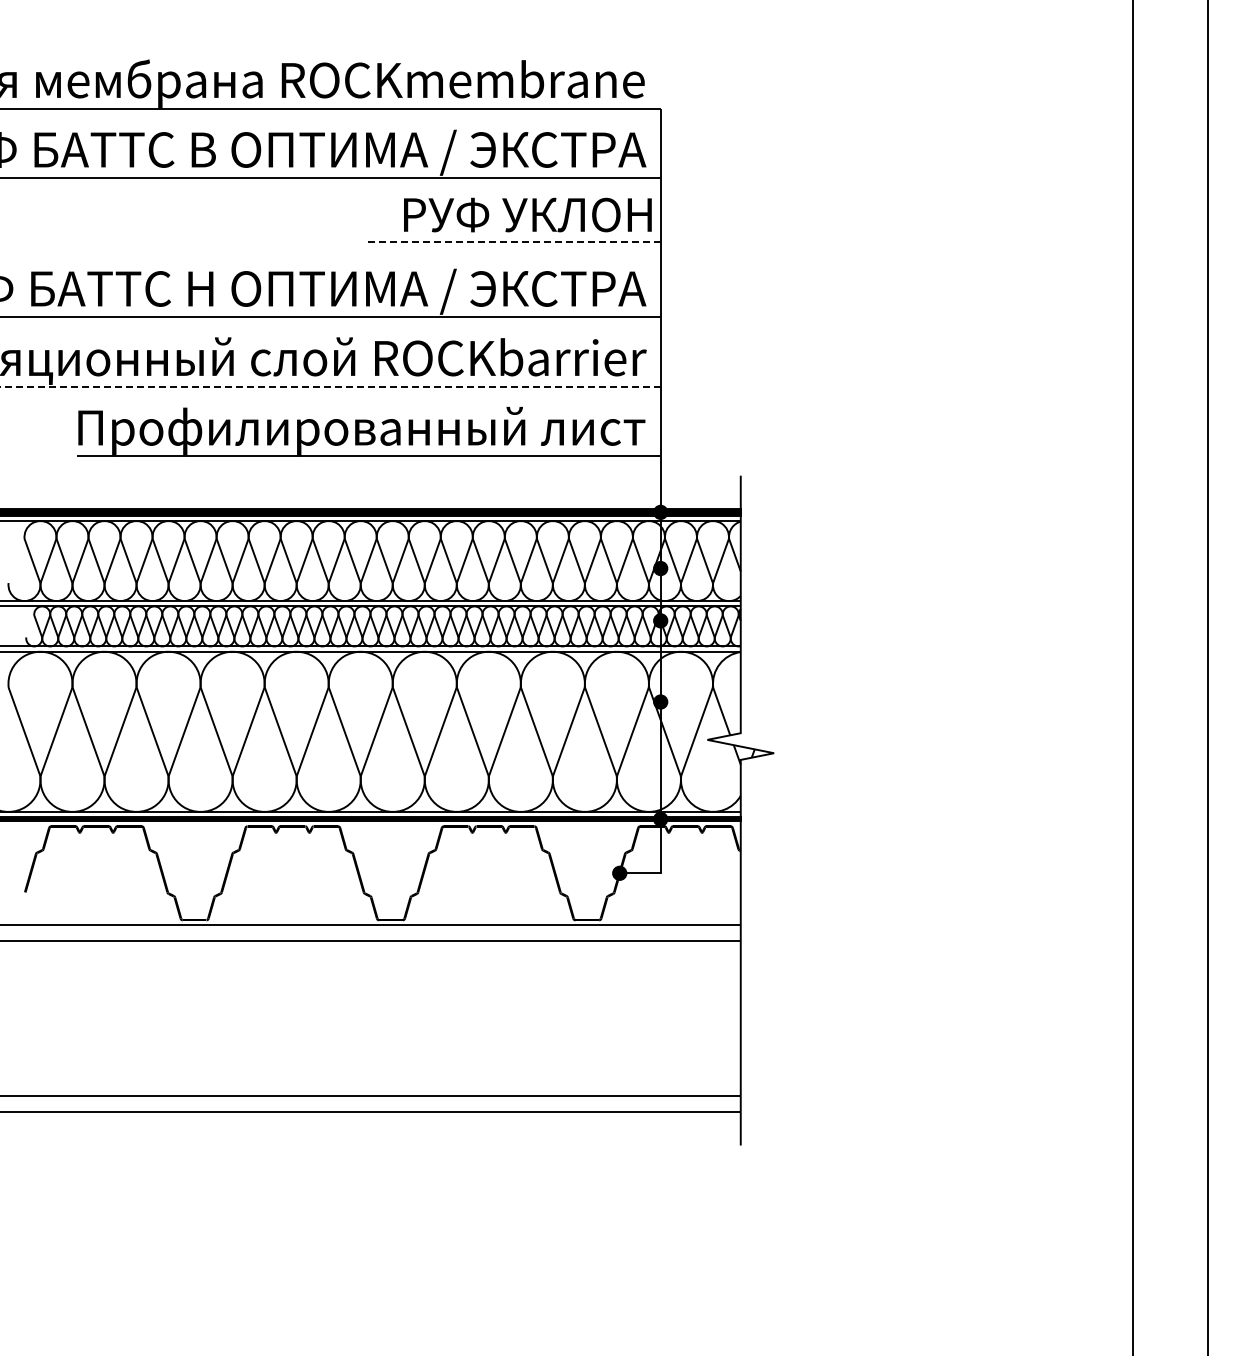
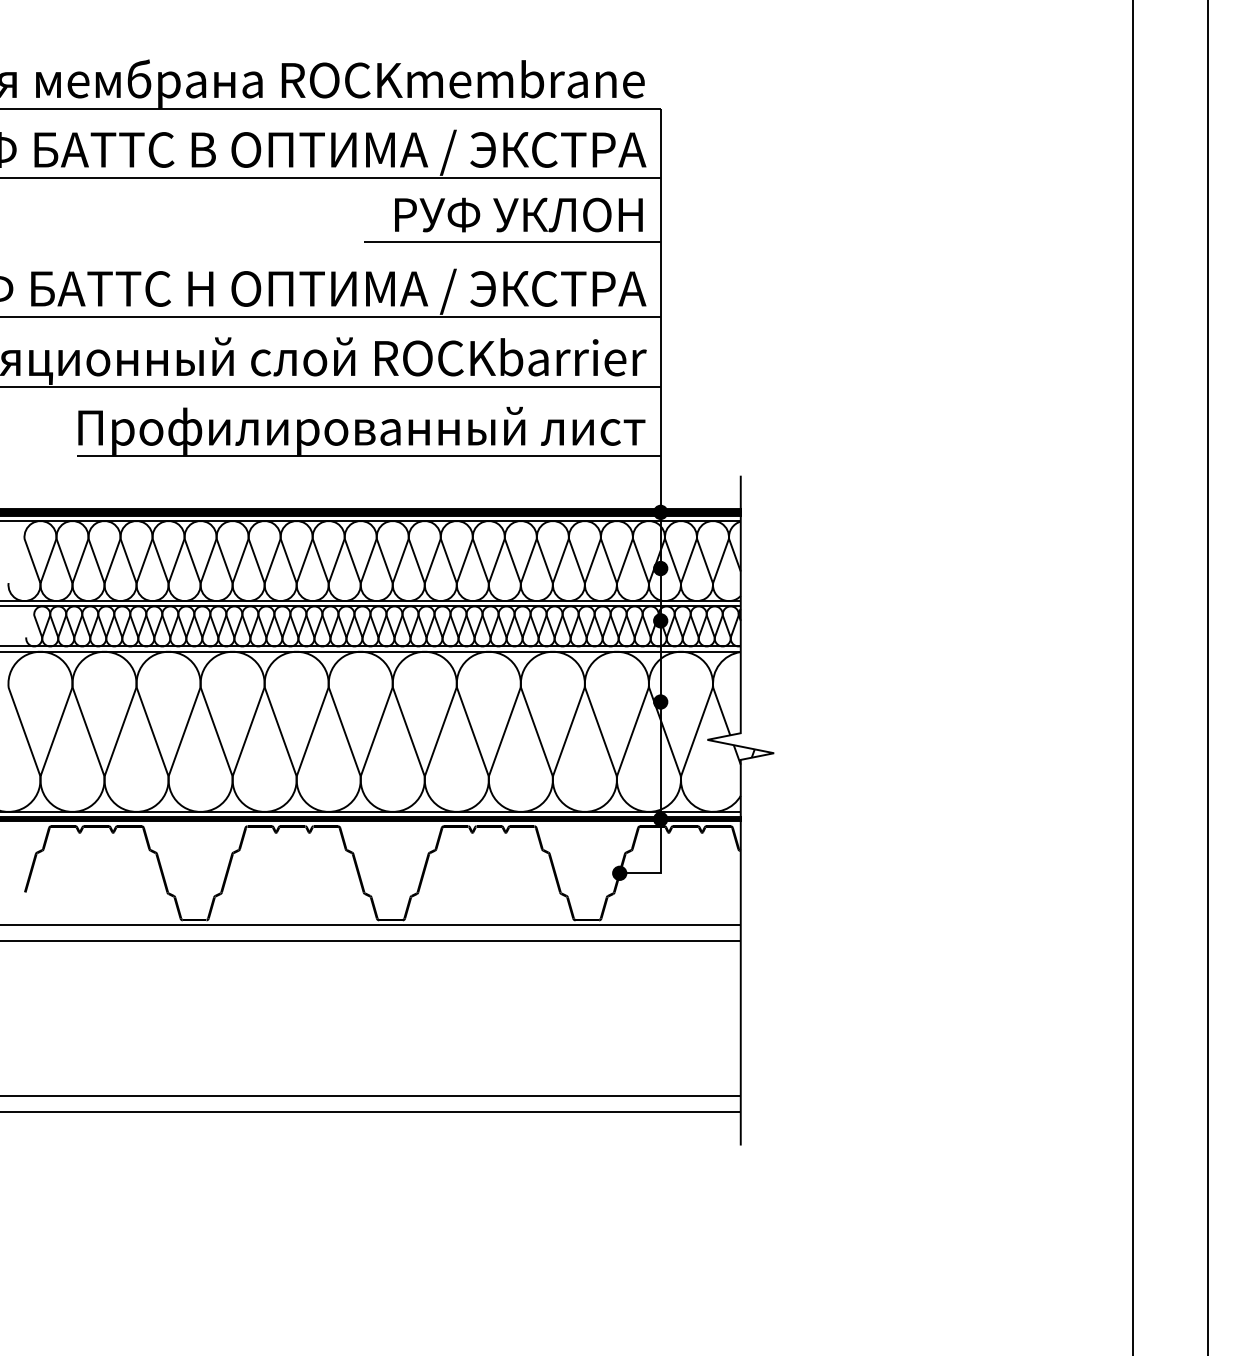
text at (527, 214) position: (527, 214) -> (518, 214)
line at (511, 242): dashed -> solid
line at (329, 386): dashed -> solid
